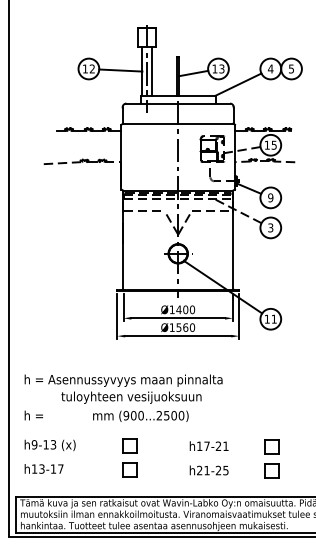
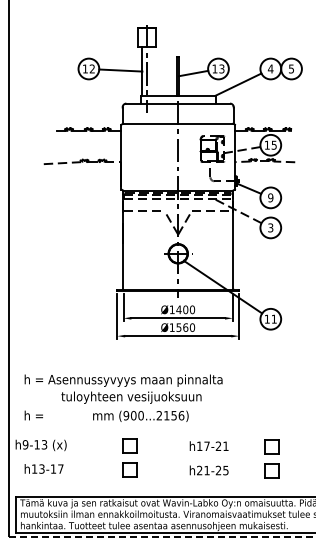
line at (151, 71): present -> none
text at (174, 415): (900...2500) -> (900...2156)
text at (49, 445) position: (49, 445) -> (40, 445)
line at (162, 537): solid -> dashed
